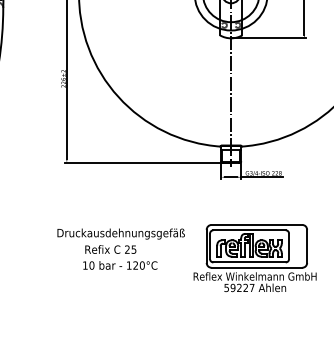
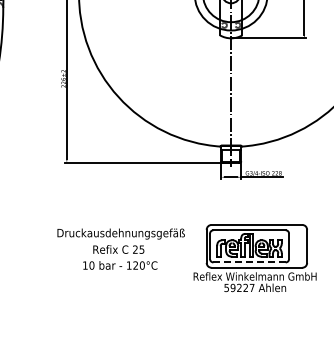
text at (110, 249) position: (110, 249) -> (118, 249)
line at (250, 262): solid -> dashed
